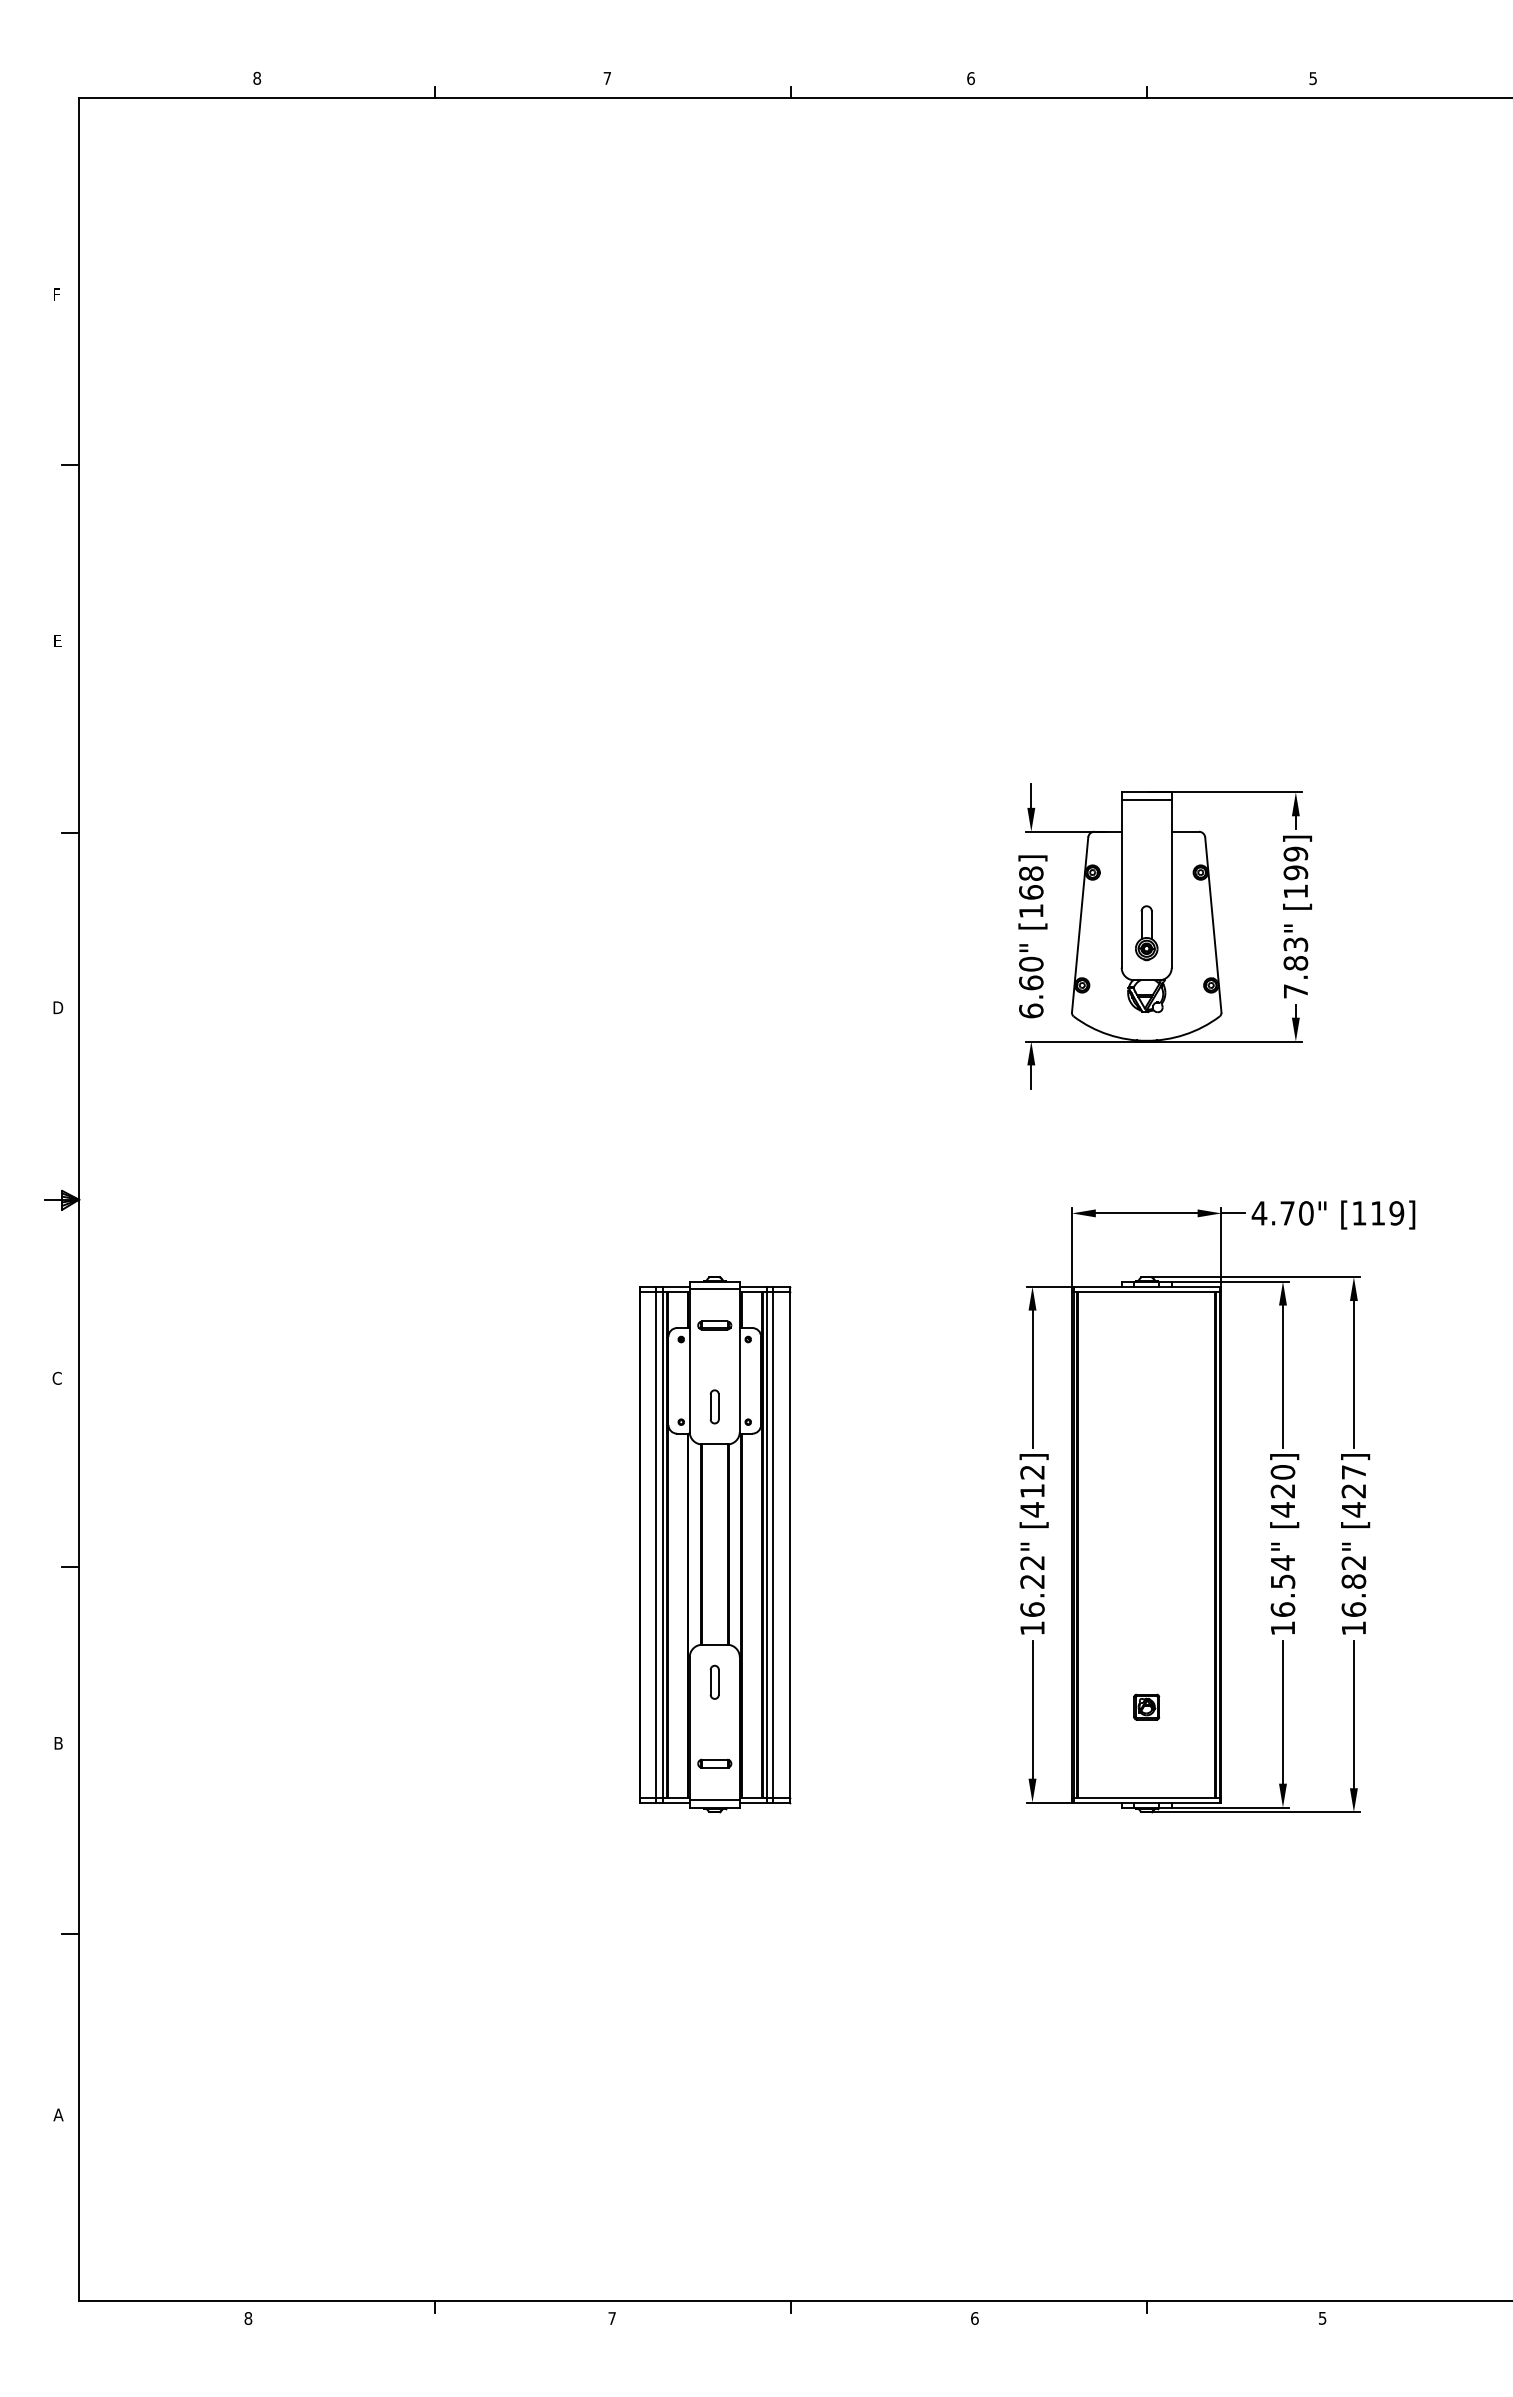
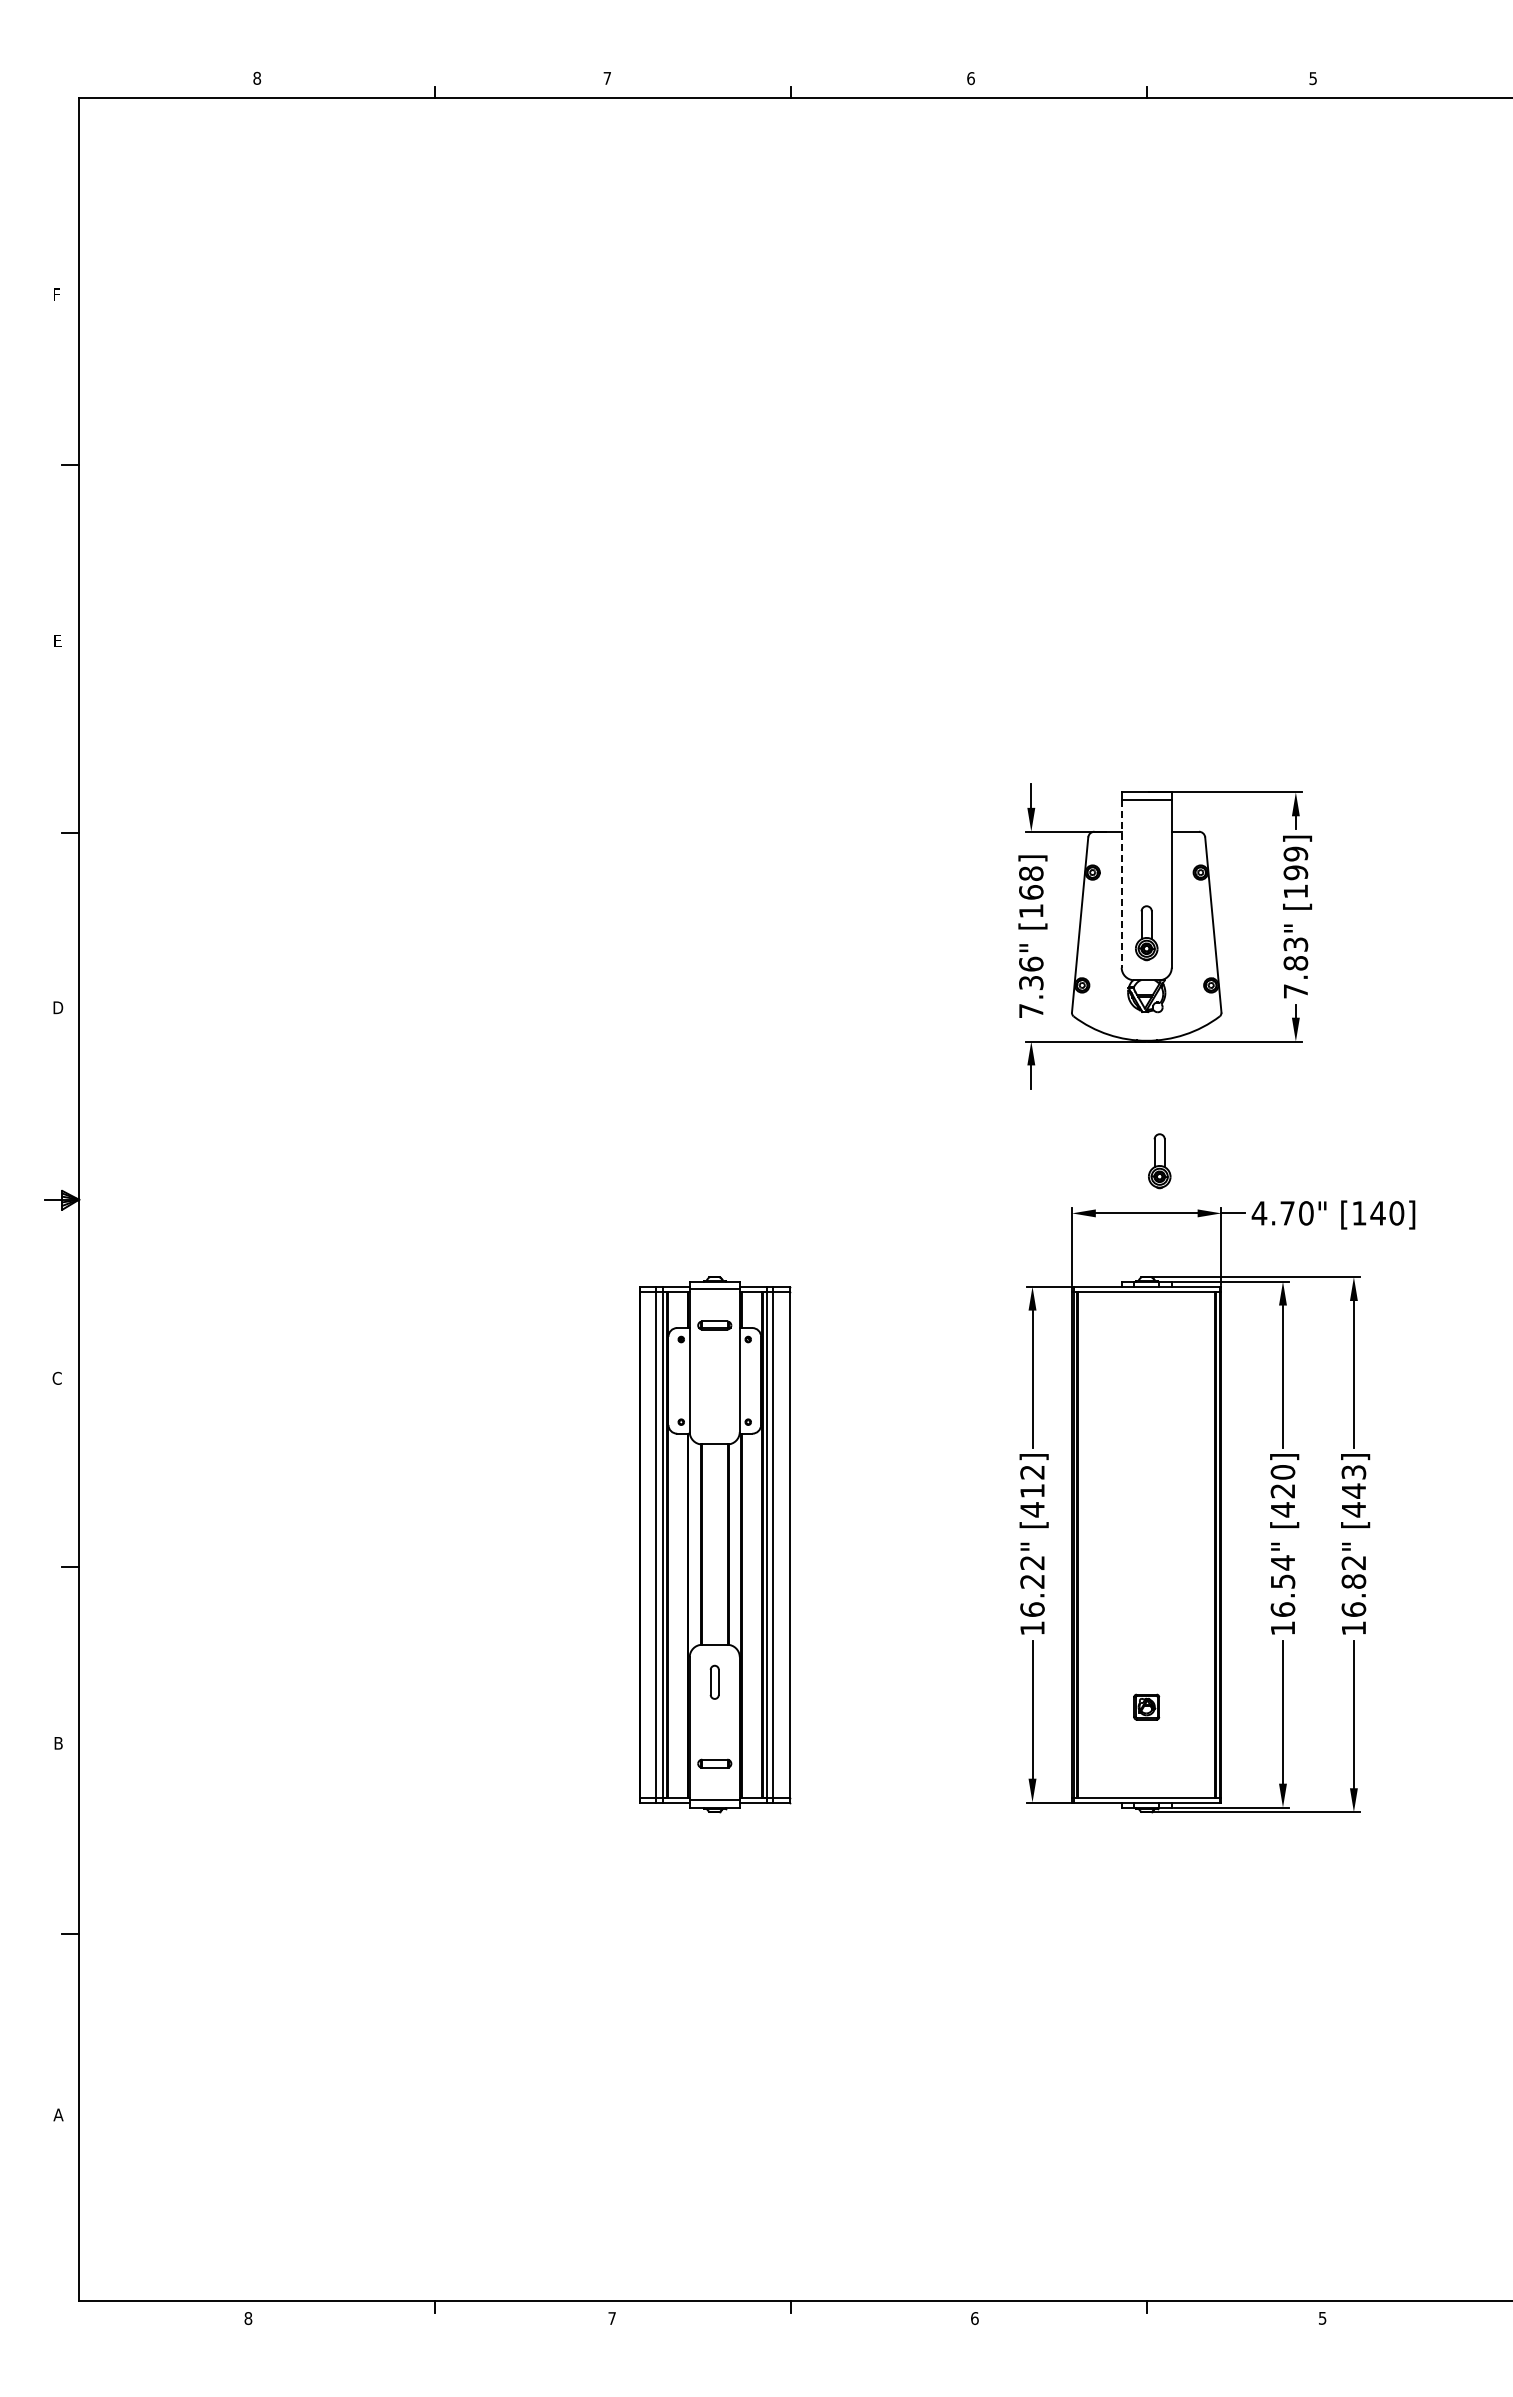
line at (1121, 883): solid -> dashed
text at (1031, 987): 6.60" -> 7.36"
part at (1159, 1161): none -> present
text at (1387, 1213): [119] -> [140]
part at (714, 1406): present -> none
text at (1353, 1481): [427] -> [443]
